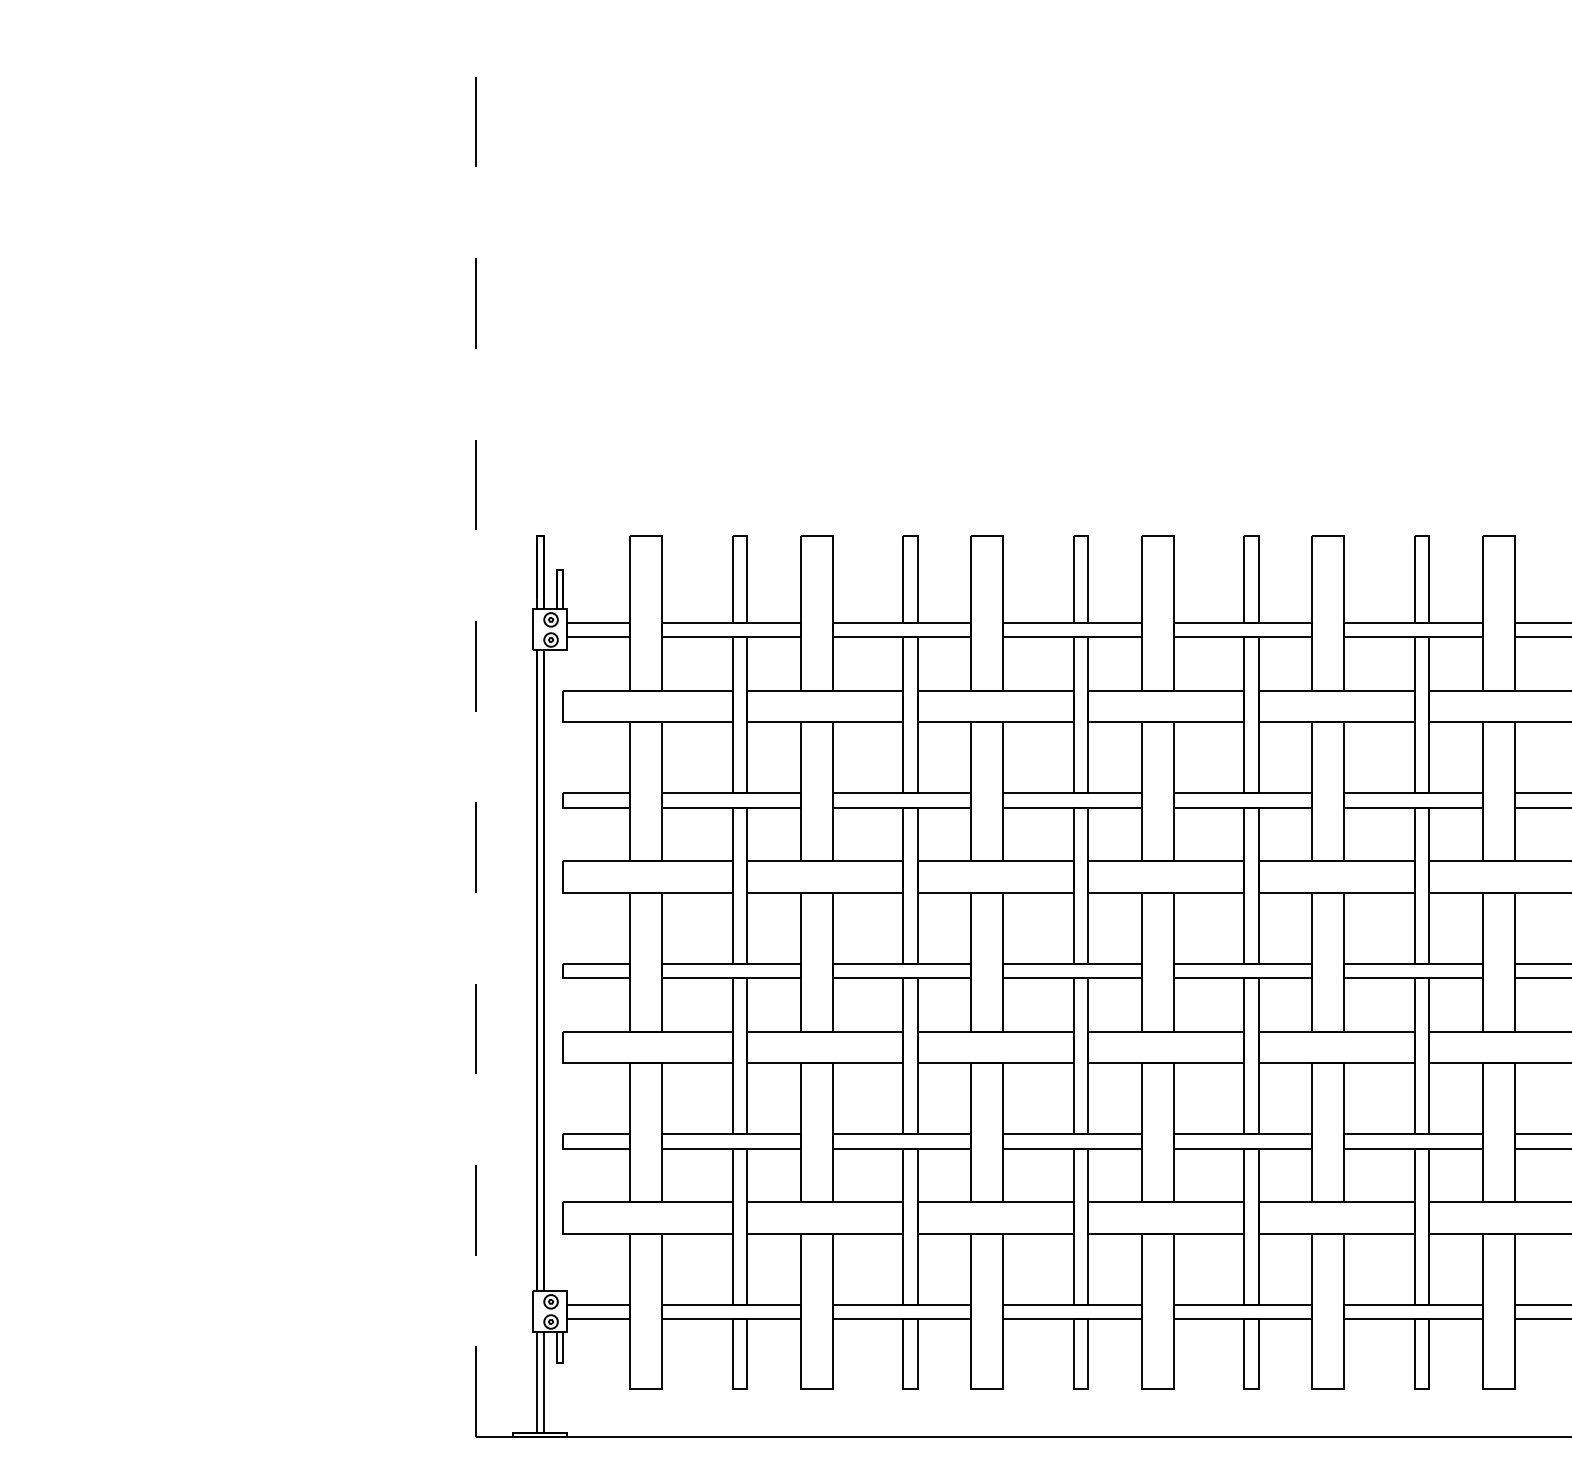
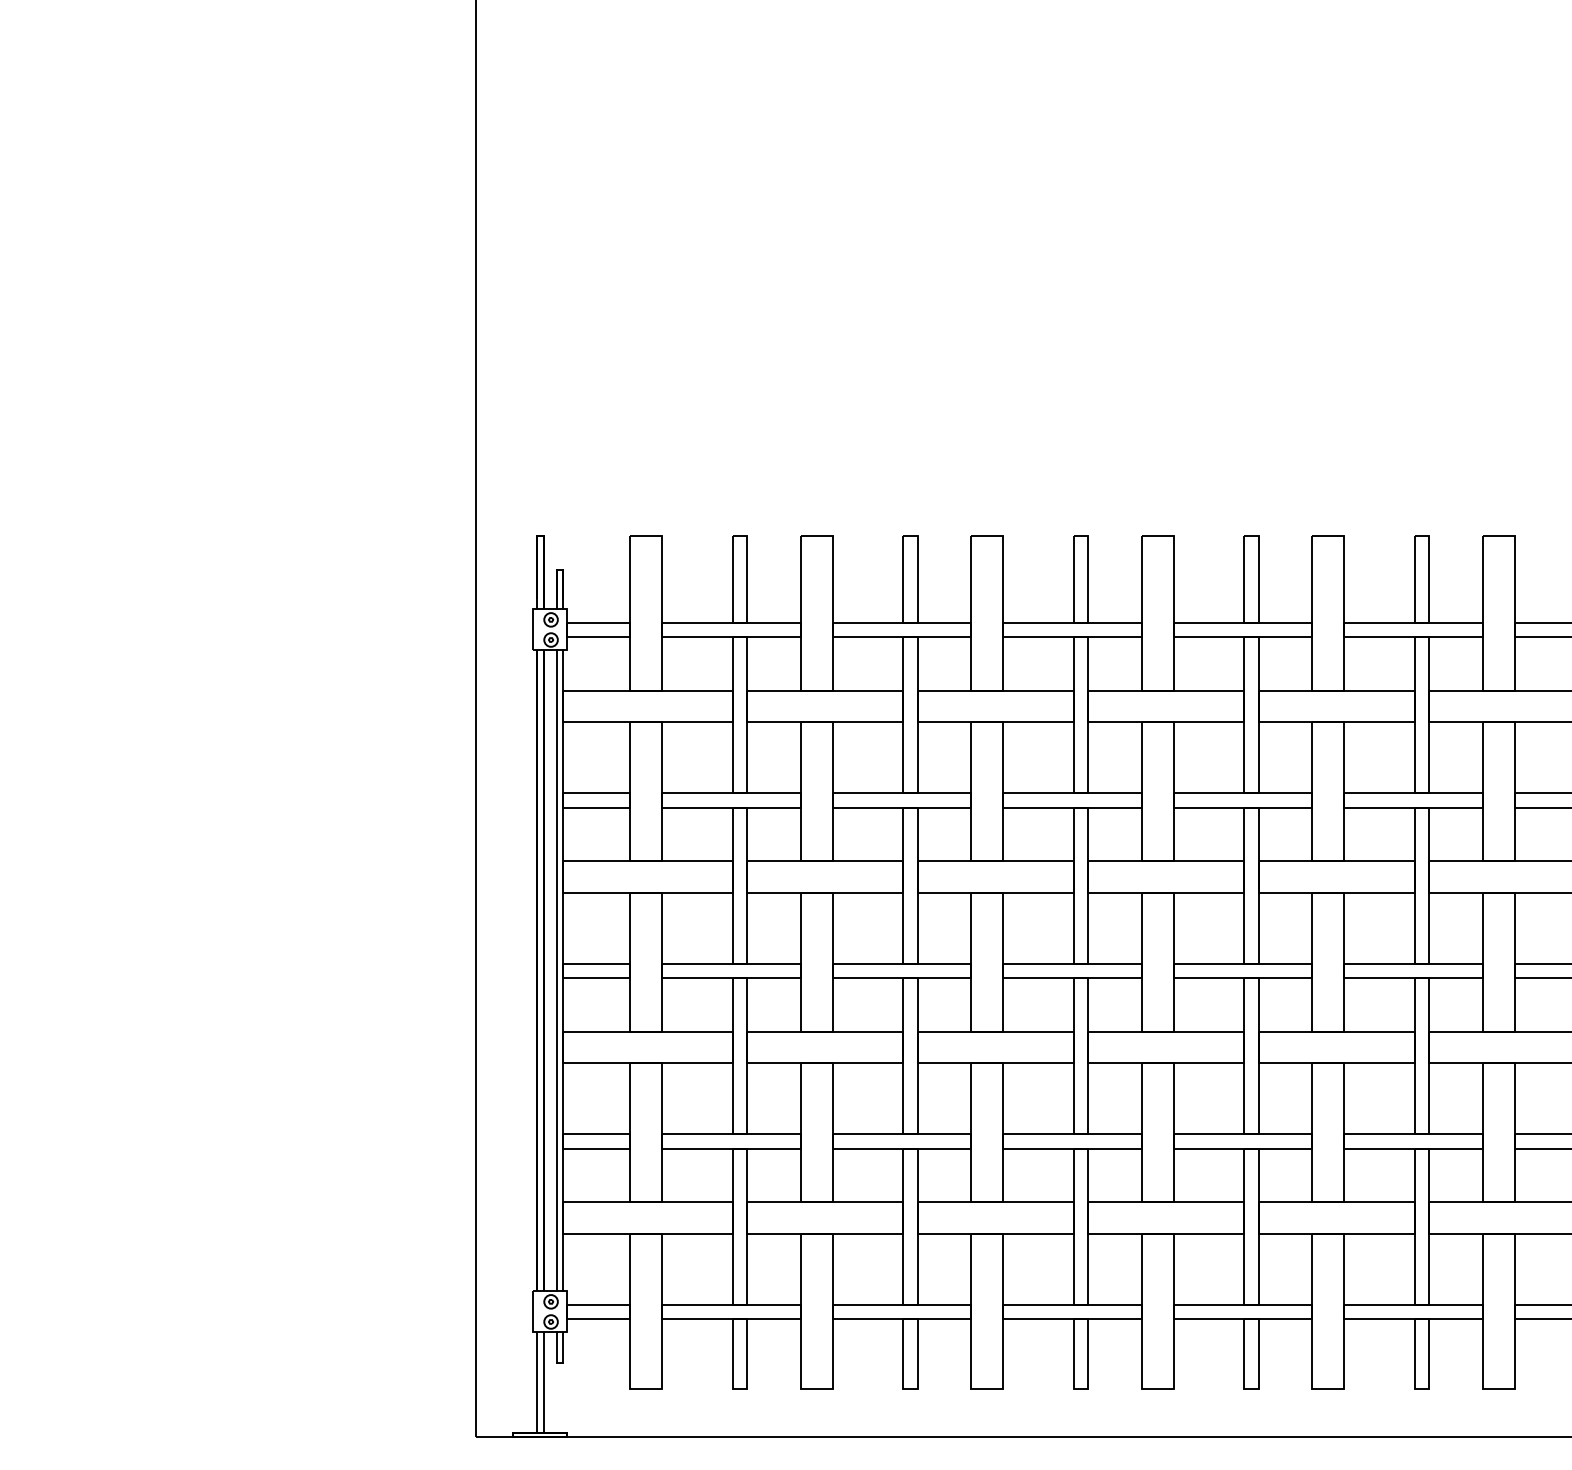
line at (475, 718): dashed -> solid
line at (557, 970): none -> present
line at (562, 970): none -> present
